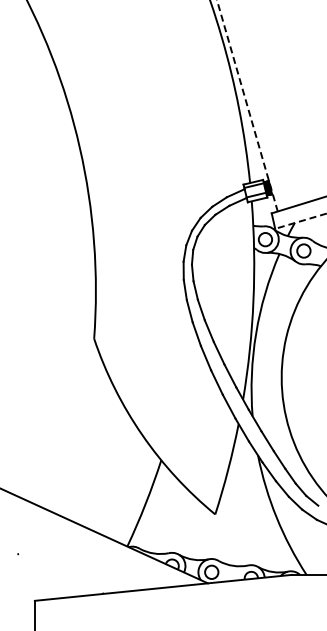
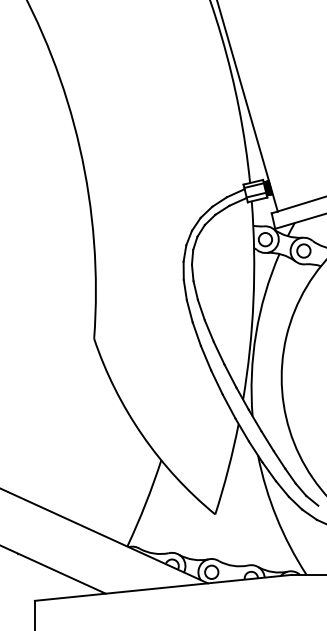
line at (247, 106): dashed -> solid
line at (301, 221): dashed -> solid
line at (53, 569): none -> present
